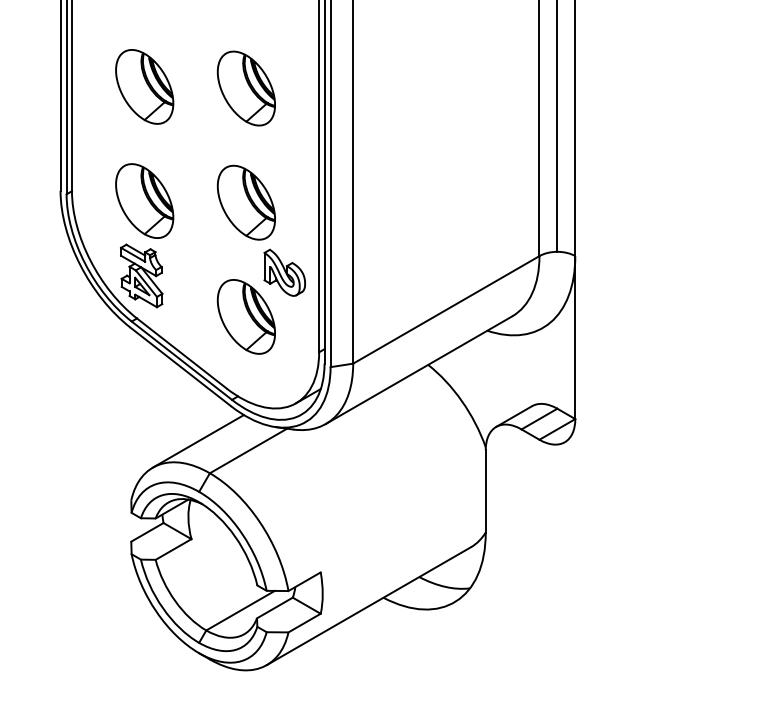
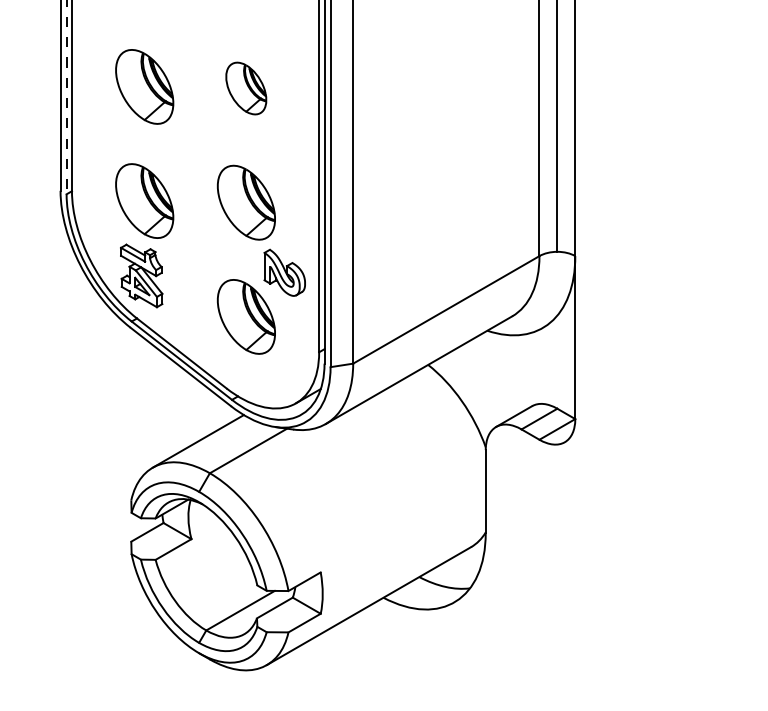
part at (245, 88) size: 60x77 px -> 43x55 px
line at (66, 97): solid -> dashed
